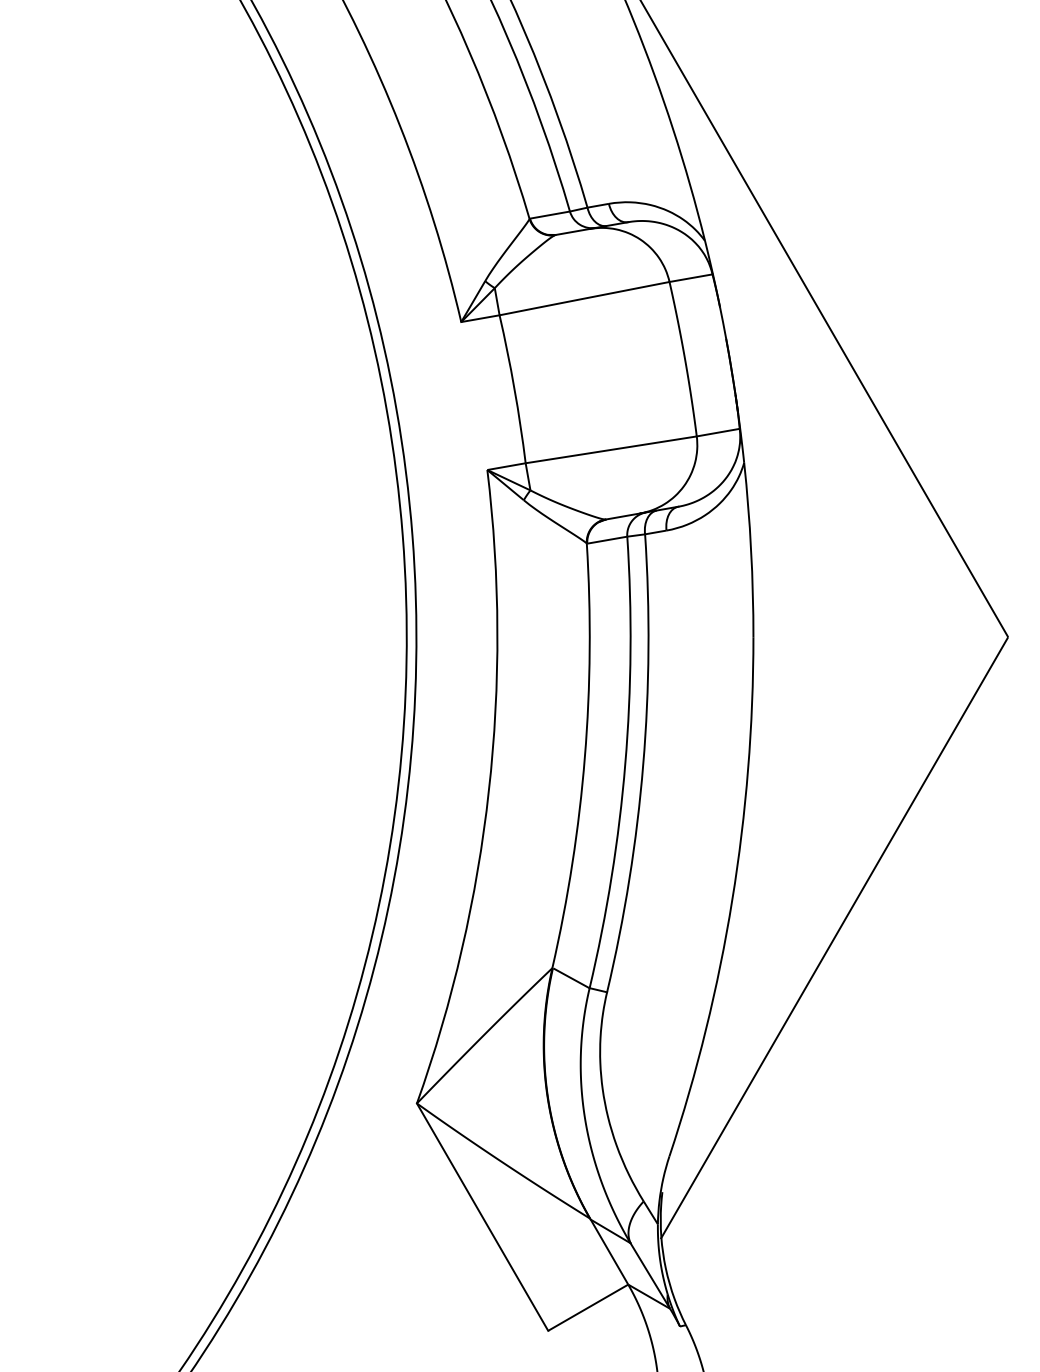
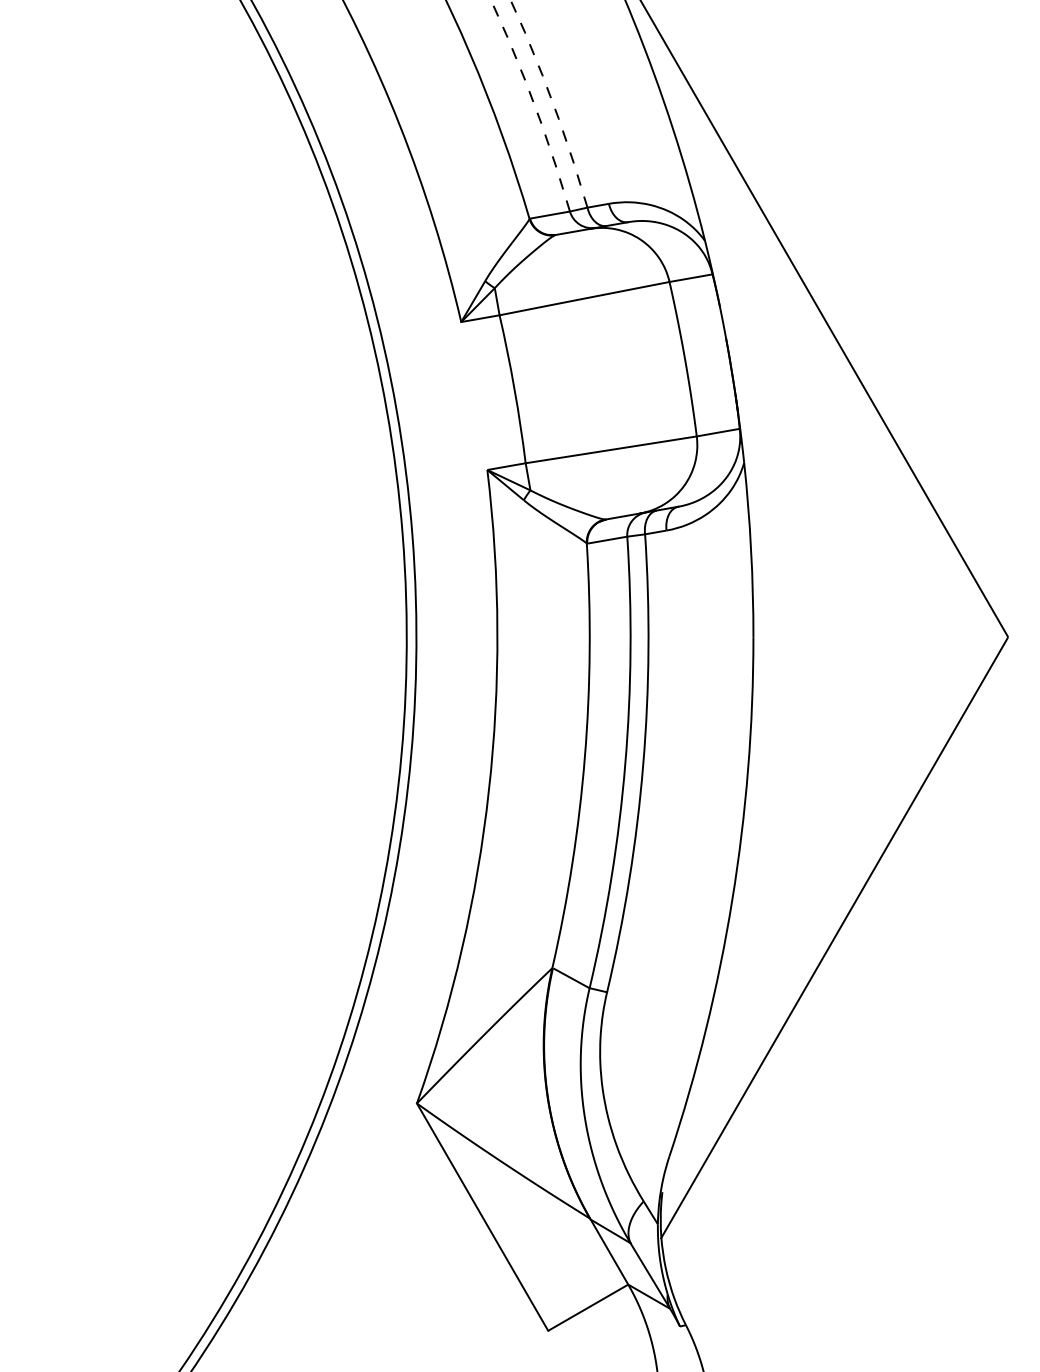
arc at (552, 101): solid -> dashed
arc at (534, 104): solid -> dashed
